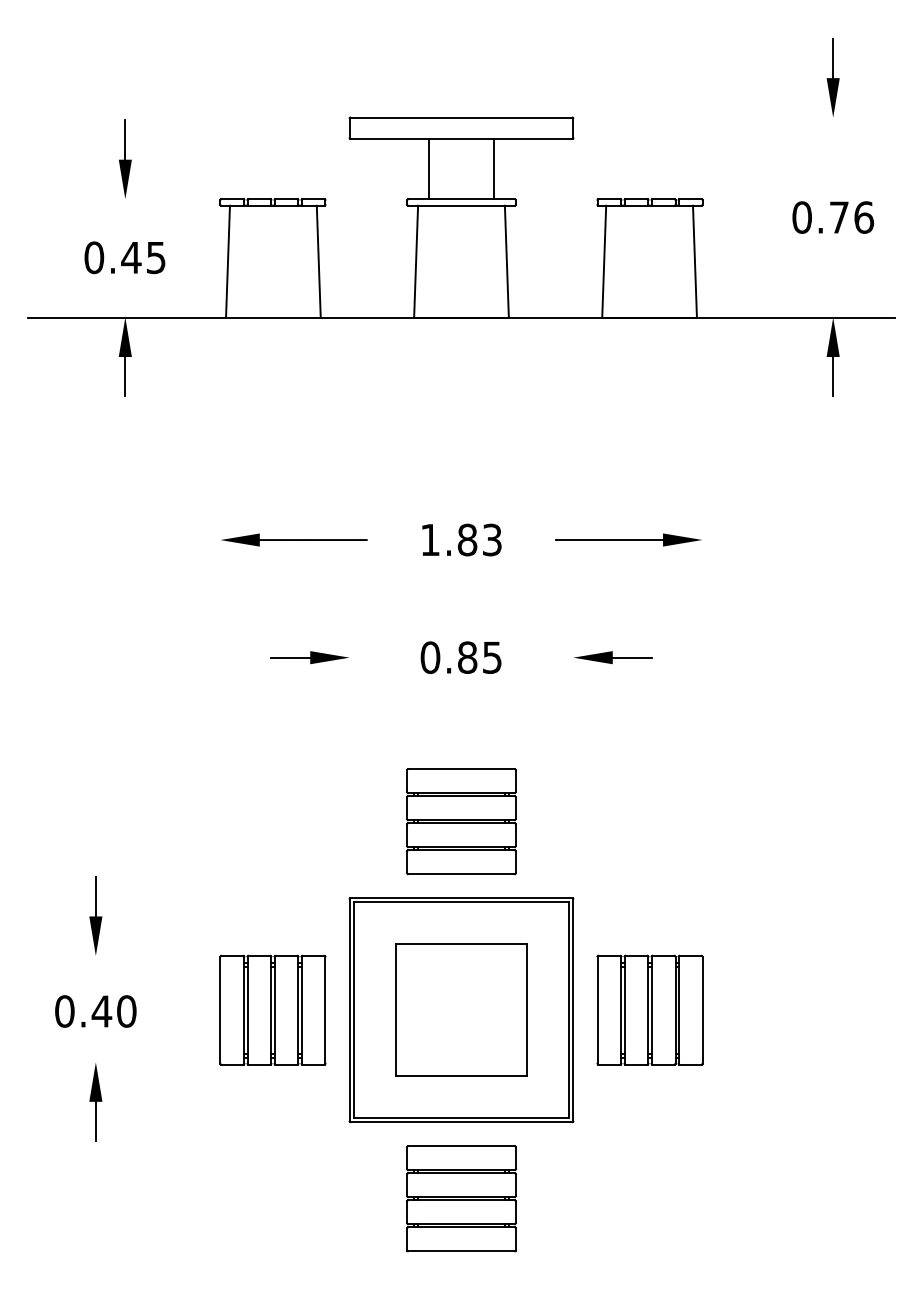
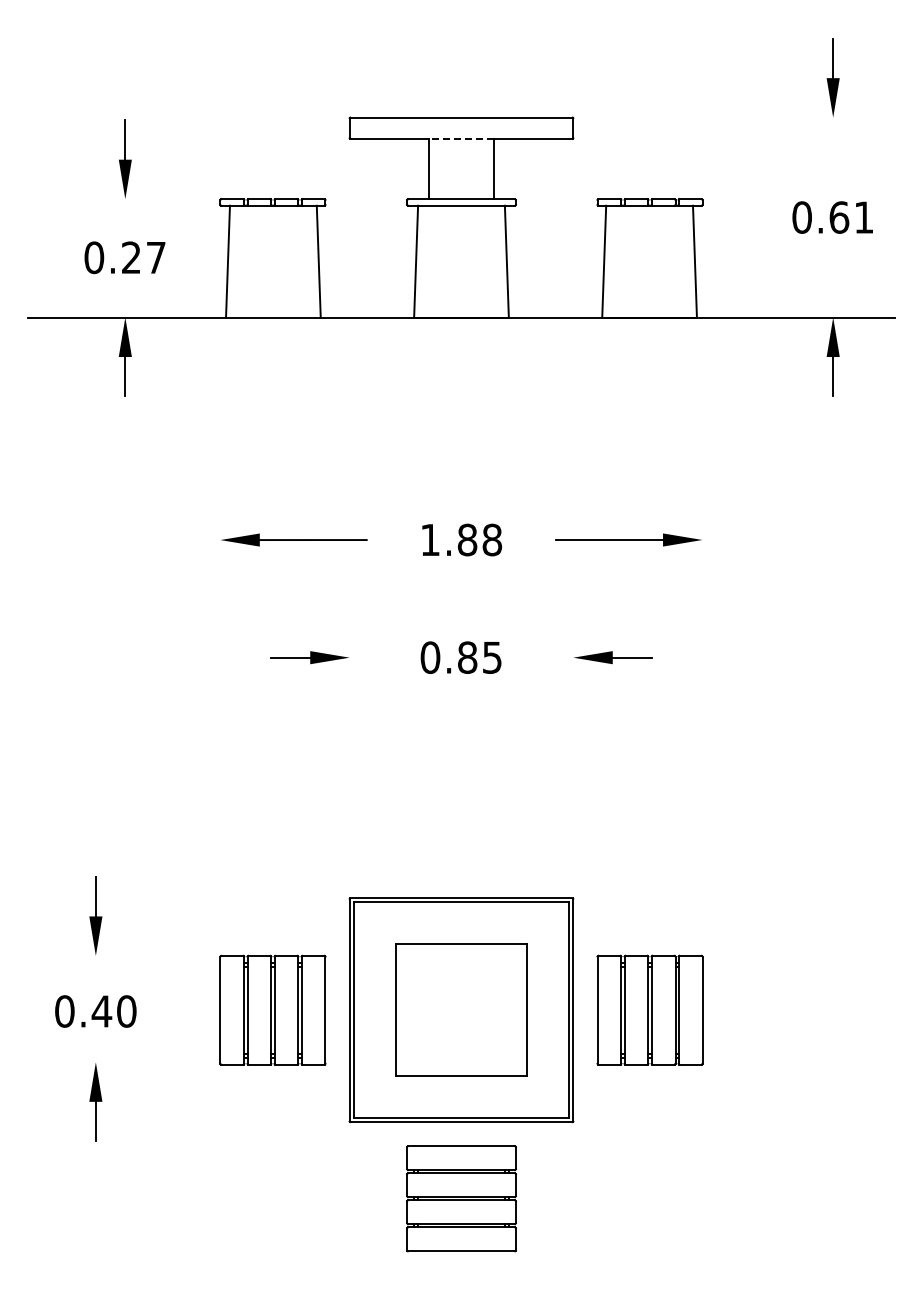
line at (461, 138): solid -> dashed
text at (851, 217): 0.76 -> 0.61
text at (143, 257): 0.45 -> 0.27
text at (492, 539): 1.83 -> 1.88
part at (461, 821): present -> none
